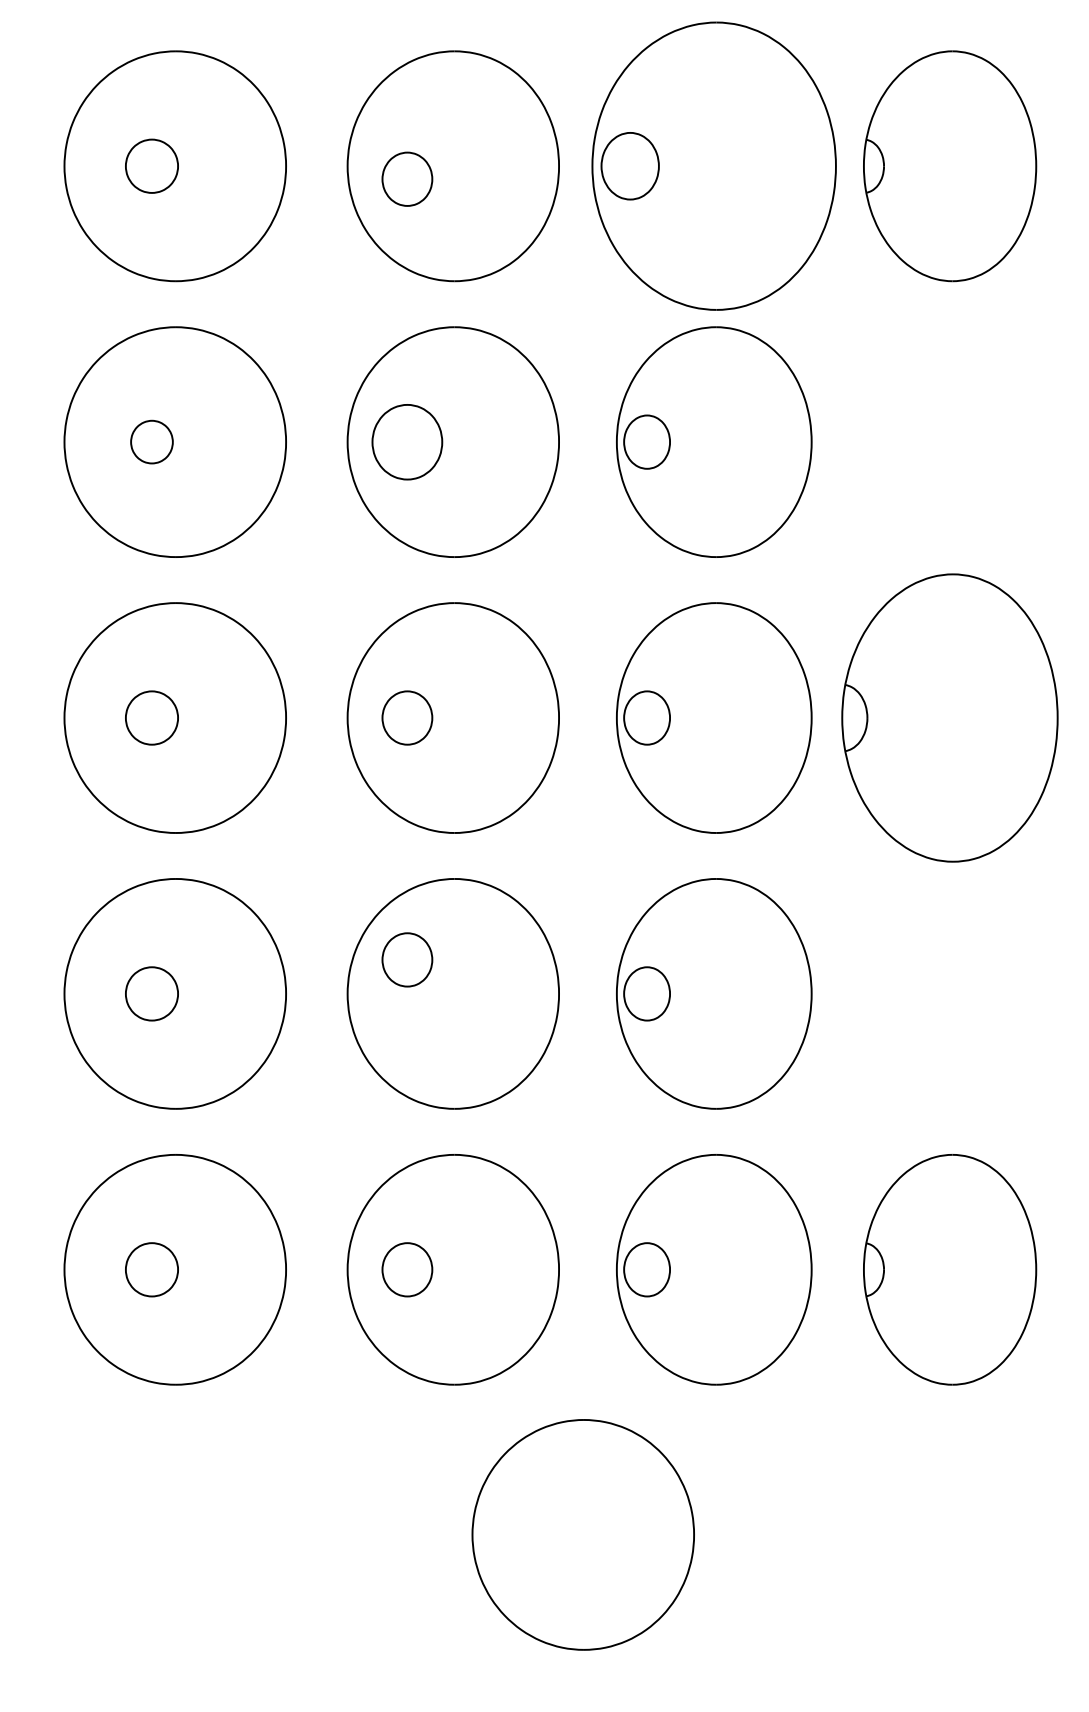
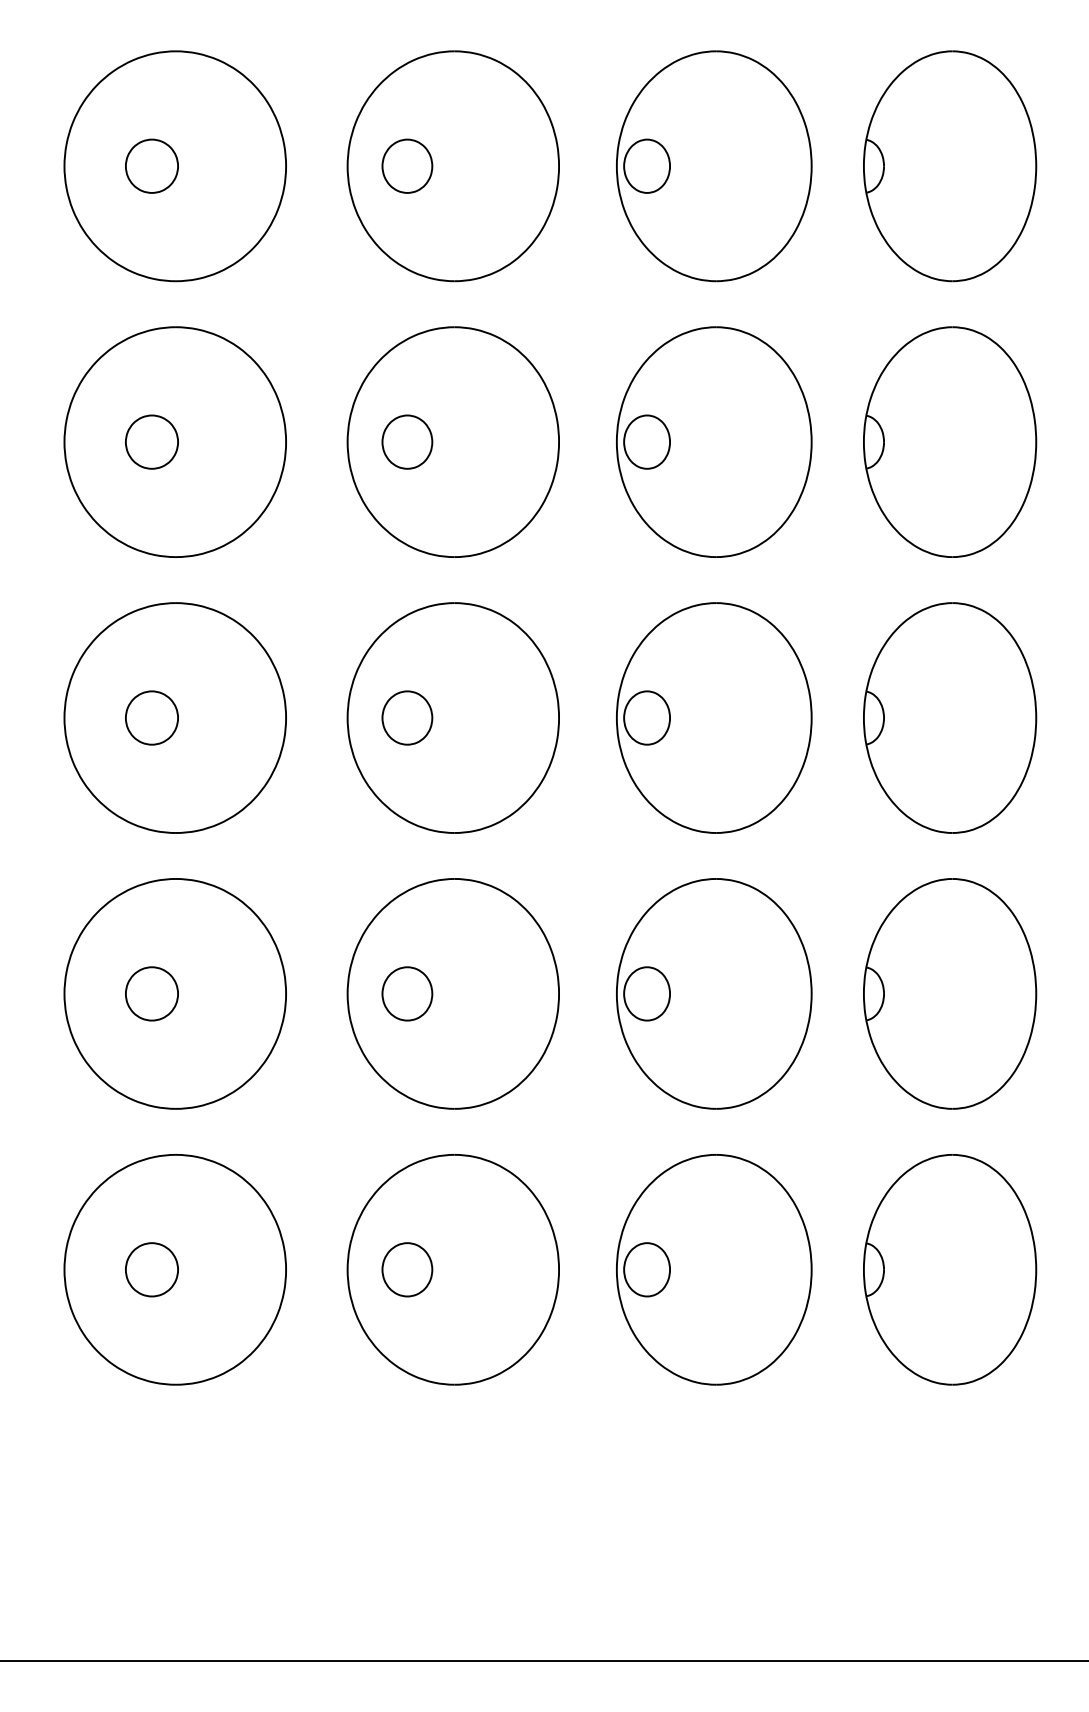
part at (713, 165) size: 246x290 px -> 197x233 px
part at (407, 178) position: (407, 178) -> (407, 165)
part at (151, 441) size: 44x46 px -> 54x56 px
part at (950, 441): none -> present
part at (407, 442) size: 73x77 px -> 53x56 px
part at (949, 717) size: 218x290 px -> 175x232 px
part at (407, 959) position: (407, 959) -> (407, 993)
part at (950, 993): none -> present
part at (582, 1534): present -> none
line at (543, 1660): none -> present
